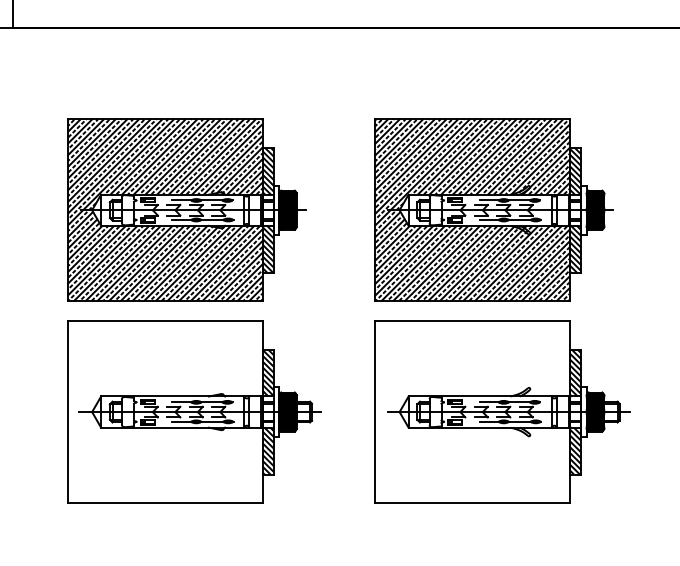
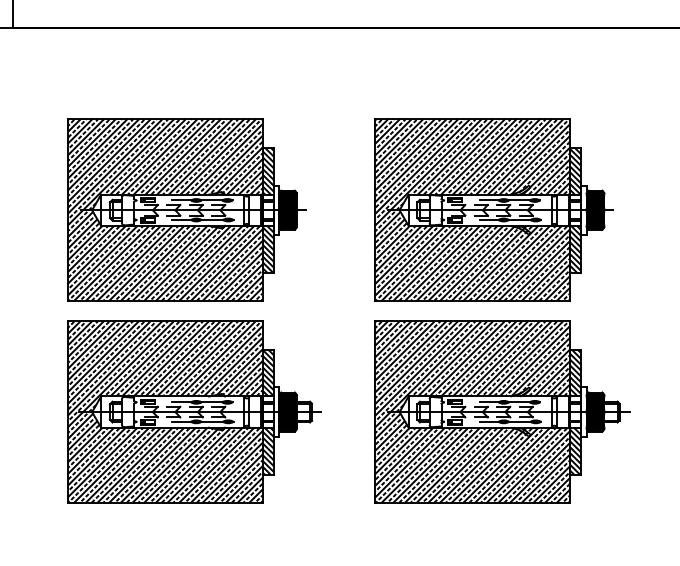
hatch at (164, 412): none -> present
hatch at (472, 412): none -> present
